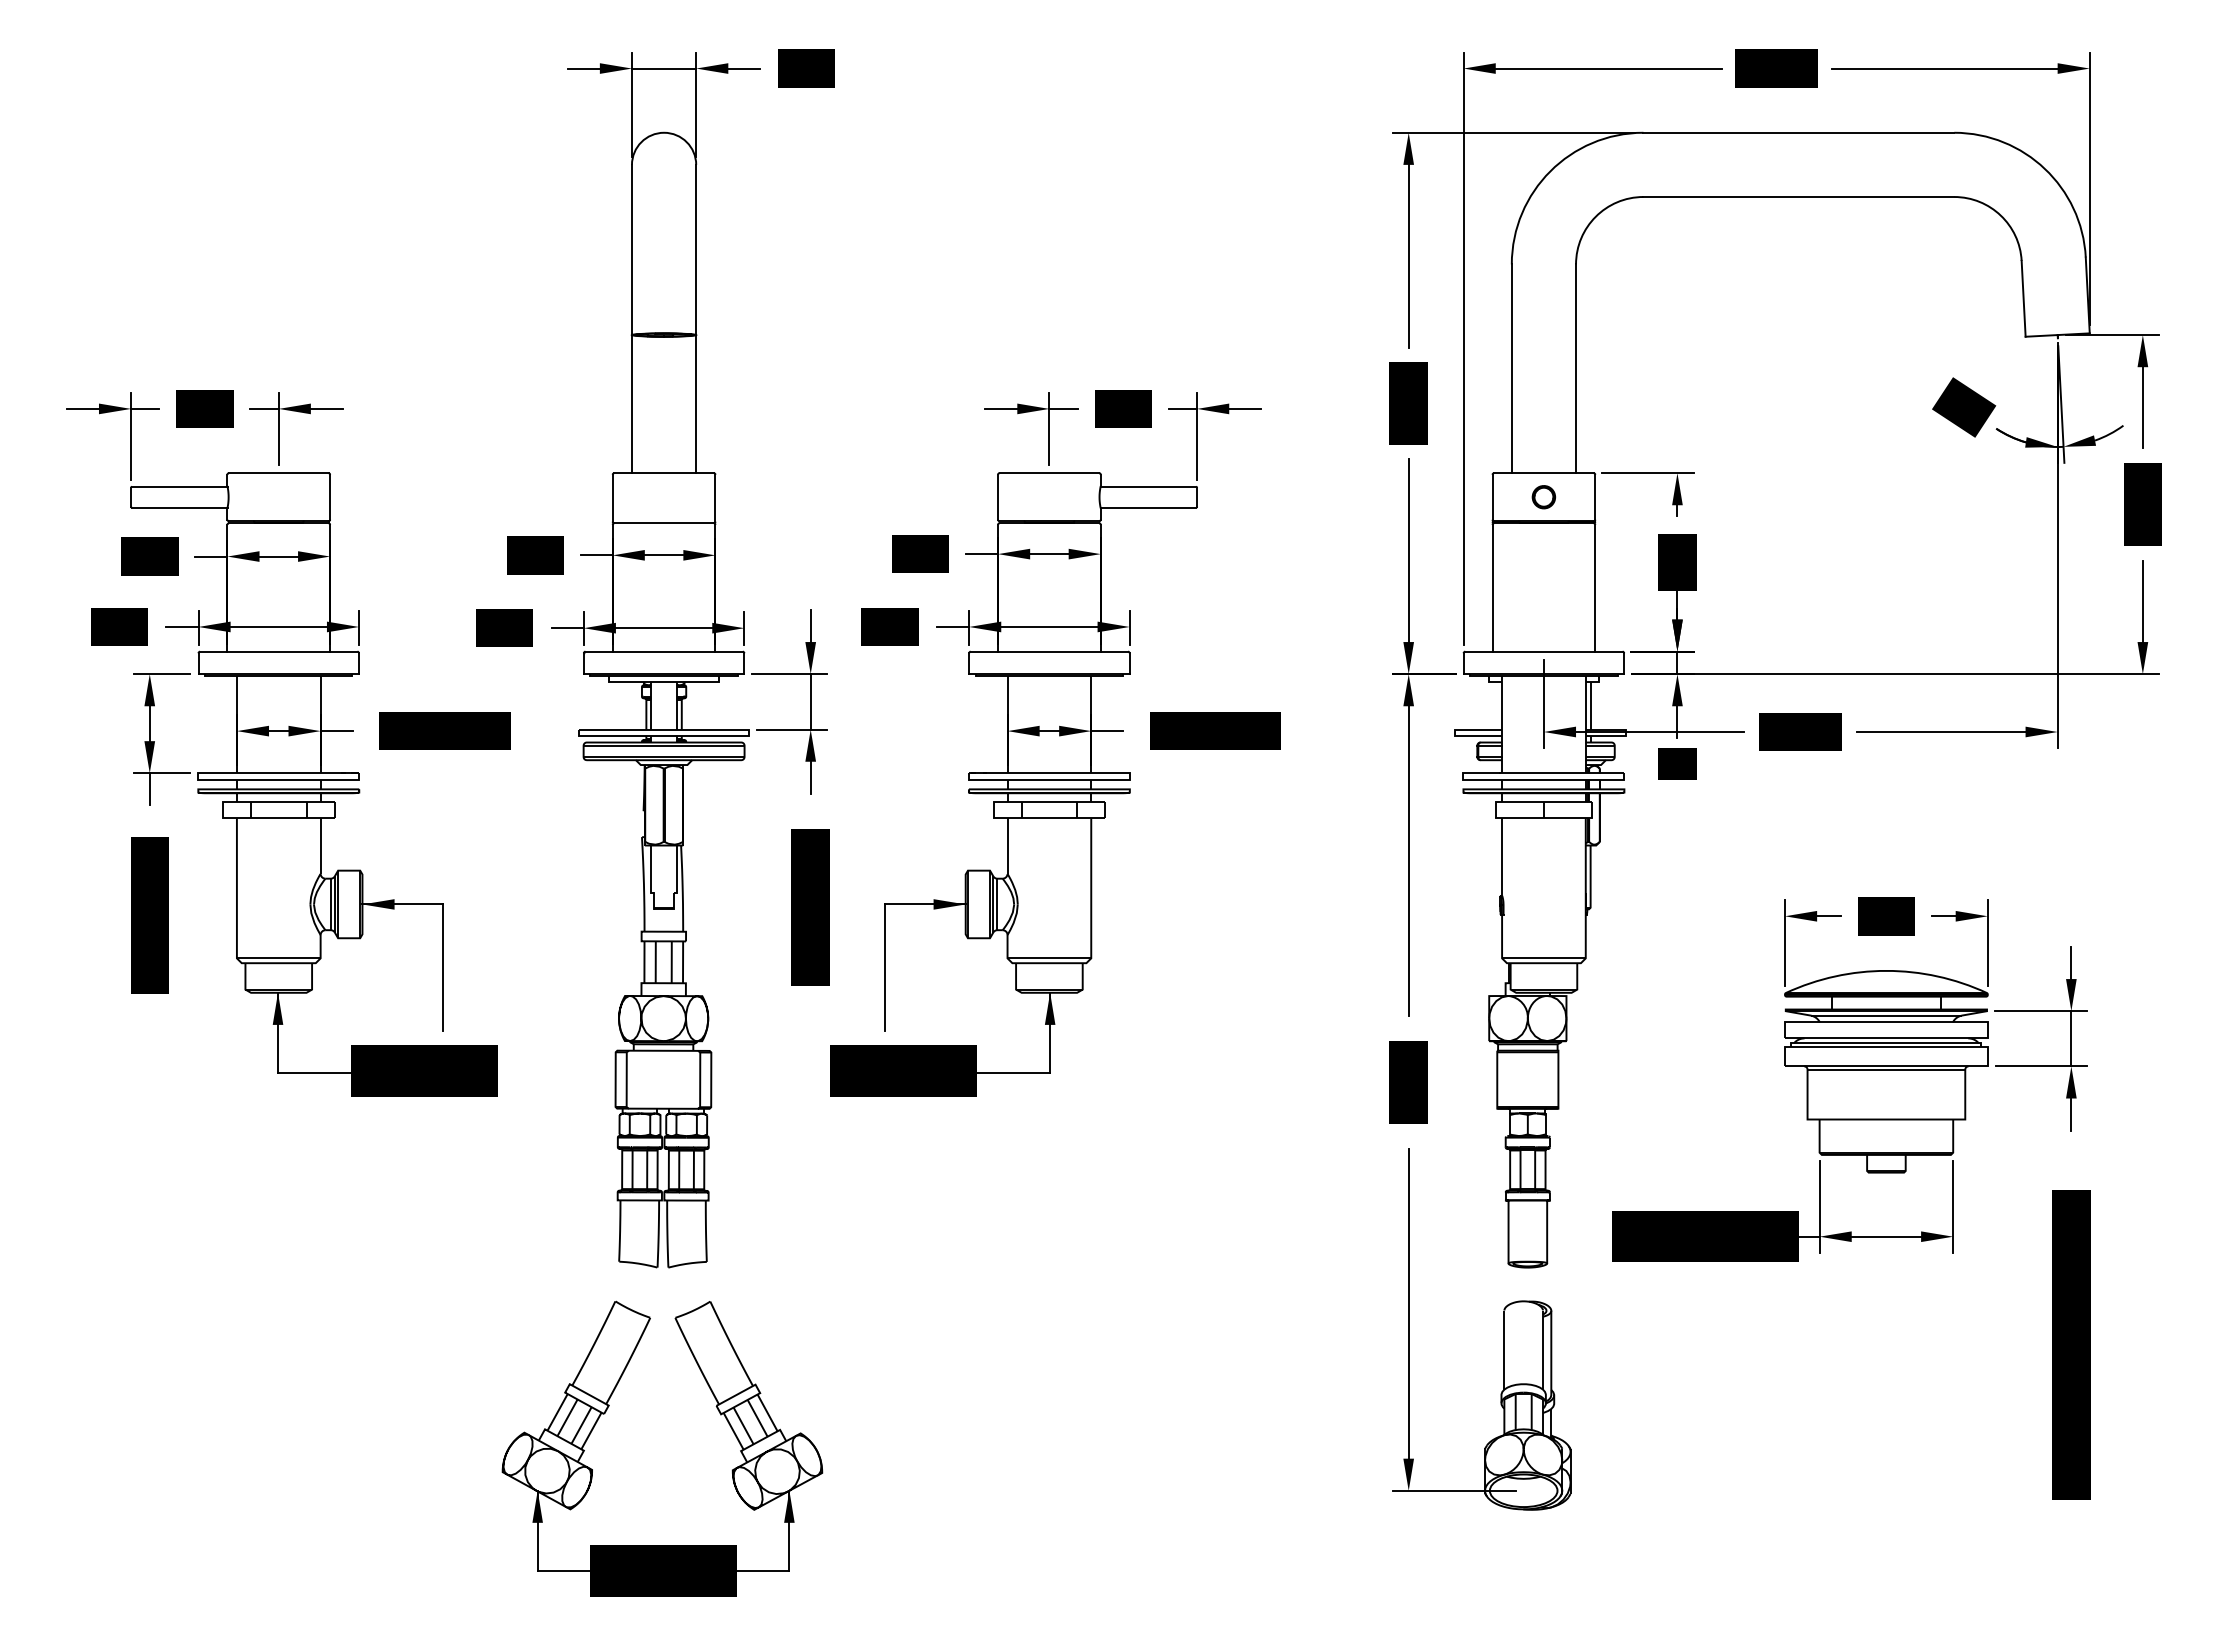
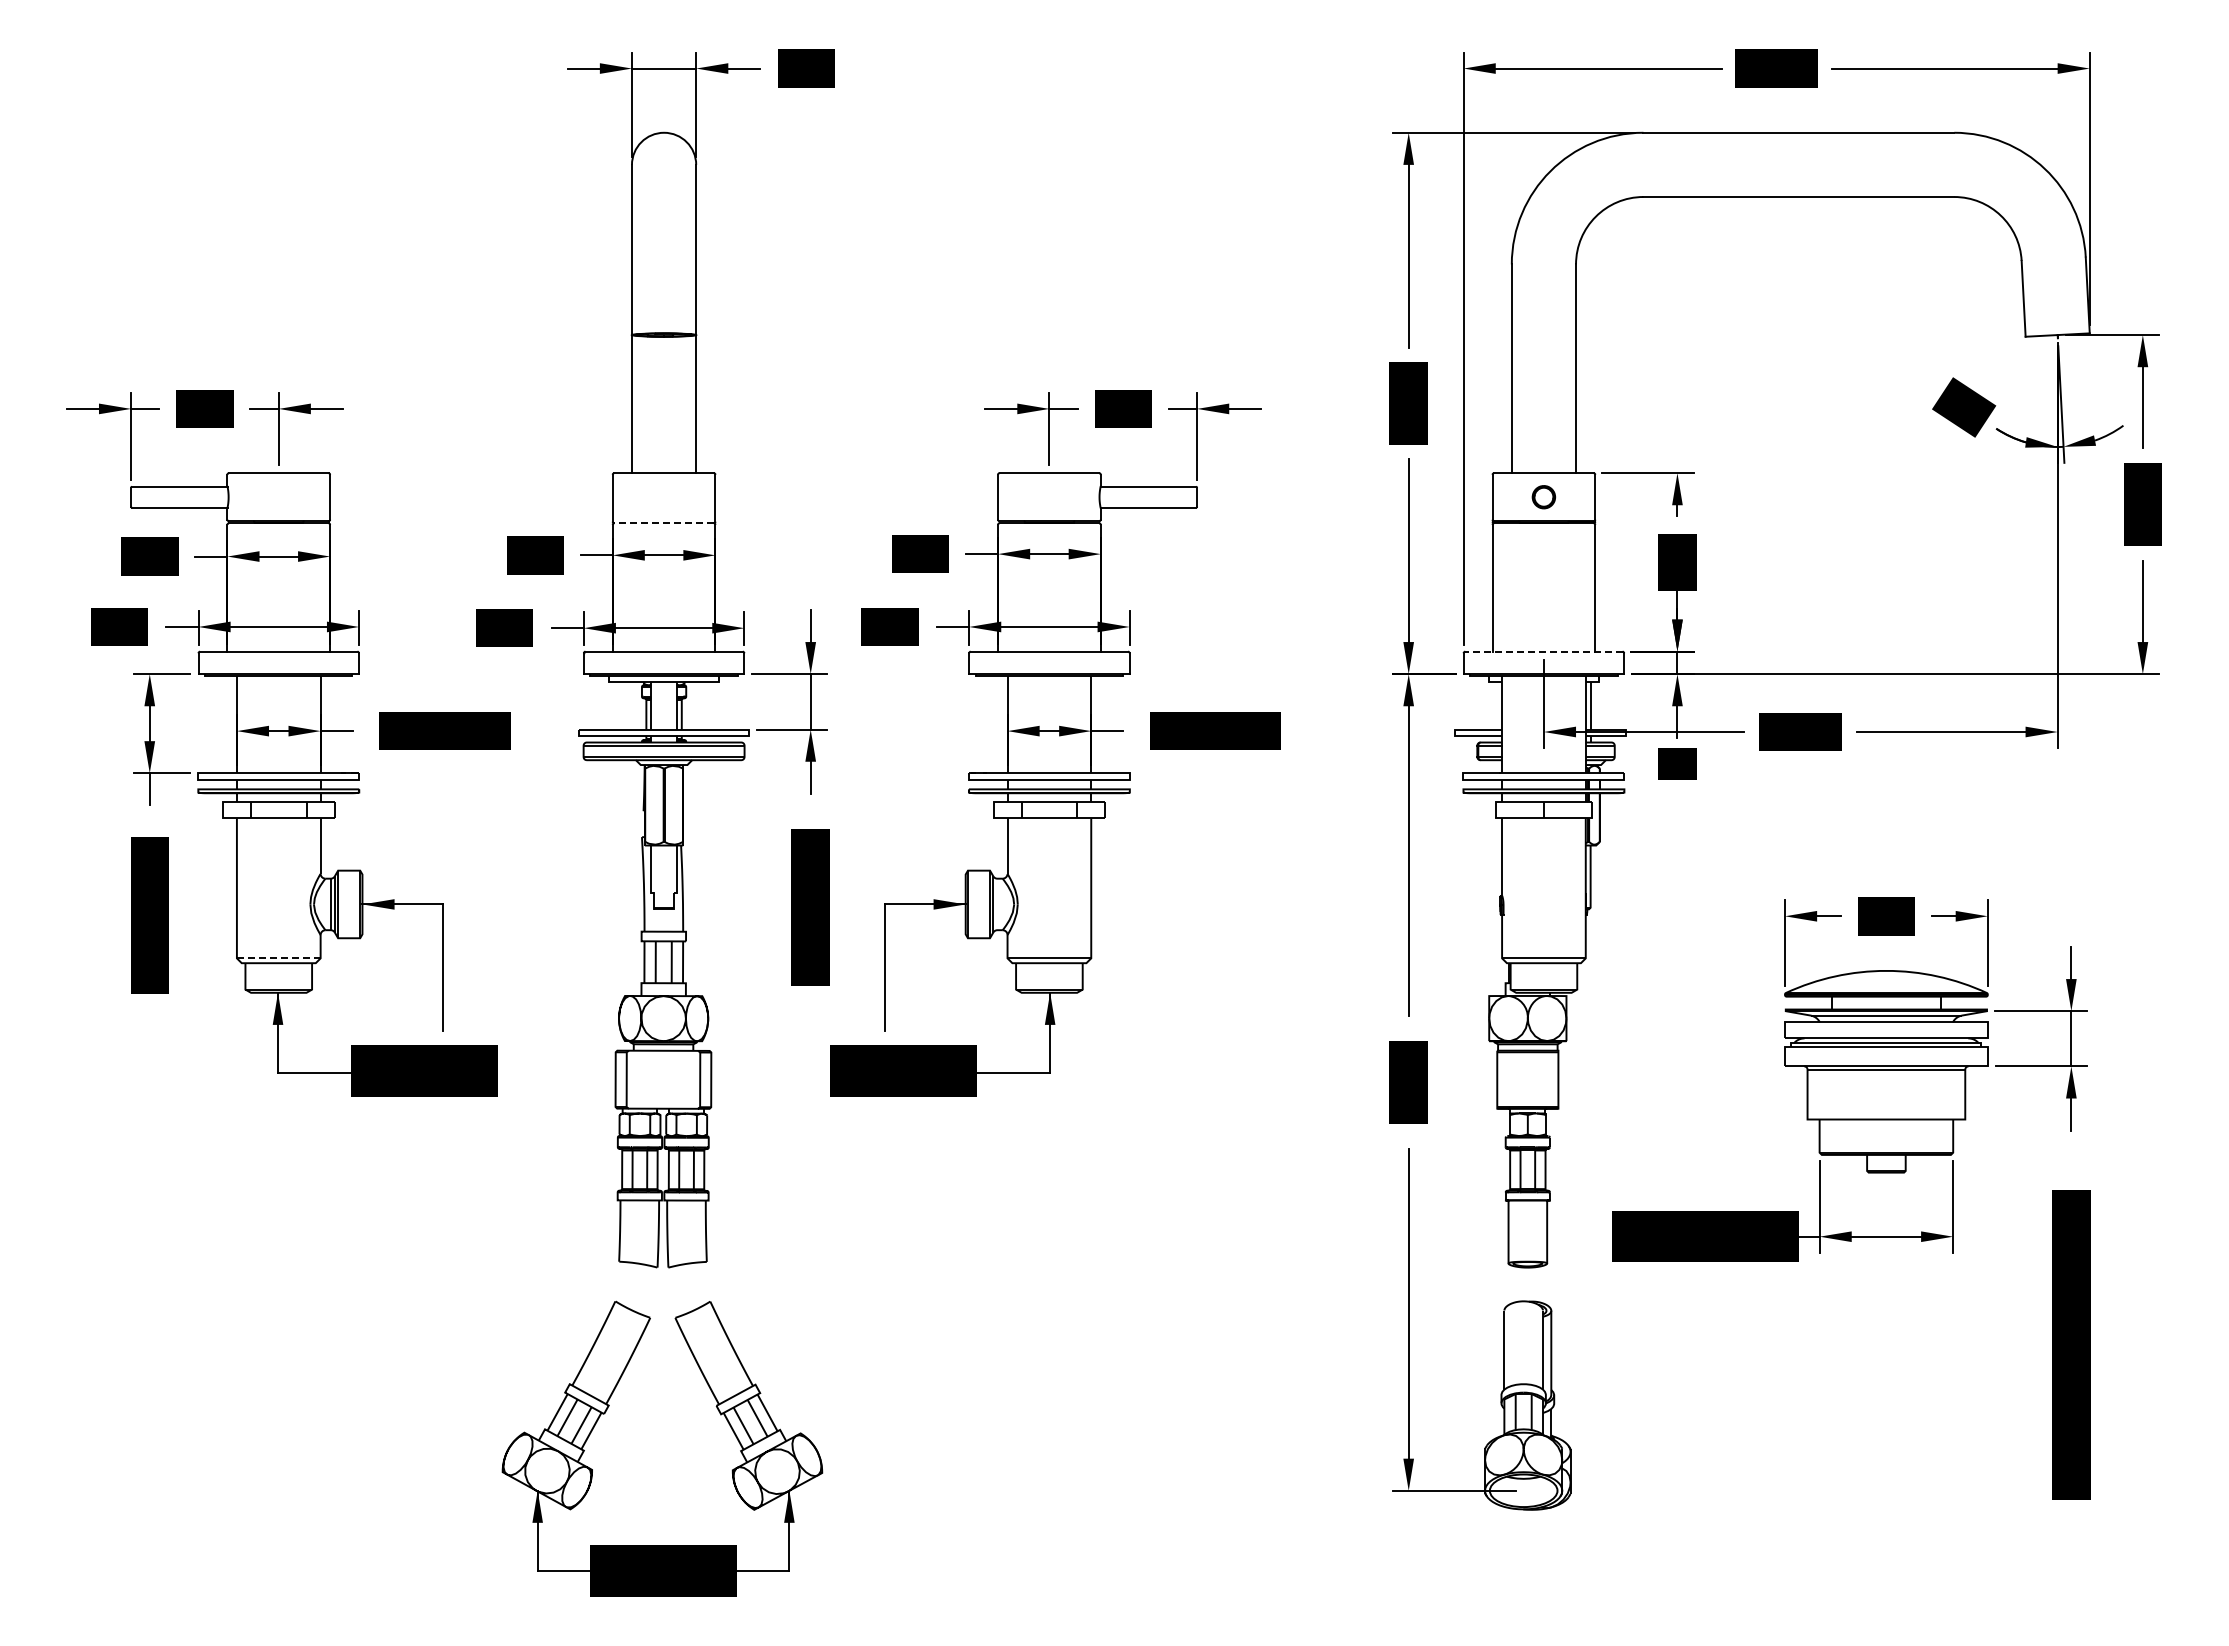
line at (664, 523): solid -> dashed
line at (1543, 651): solid -> dashed
line at (997, 904): present -> none
line at (278, 958): solid -> dashed
